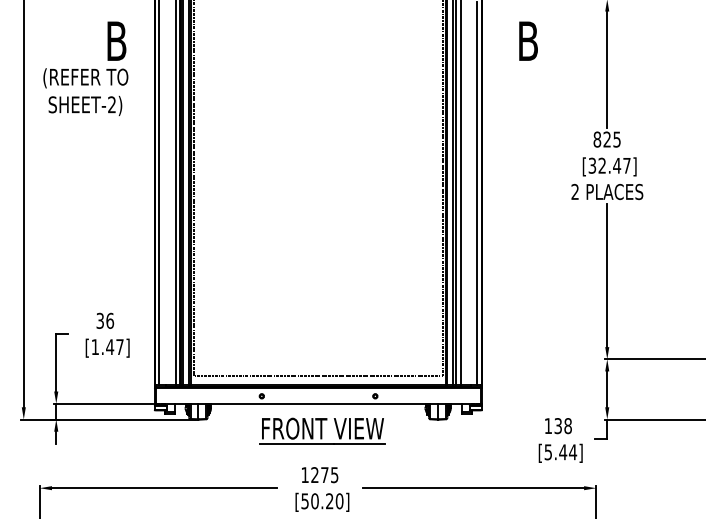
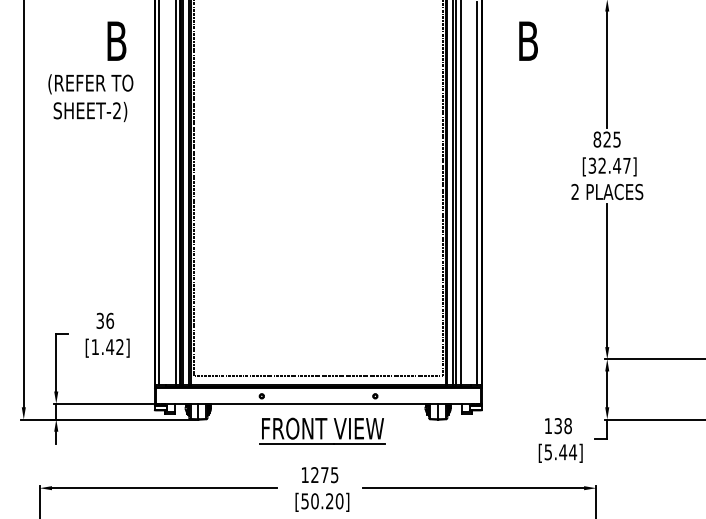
text at (85, 92) position: (85, 92) -> (90, 98)
text at (119, 346): [1.47] -> [1.42]
